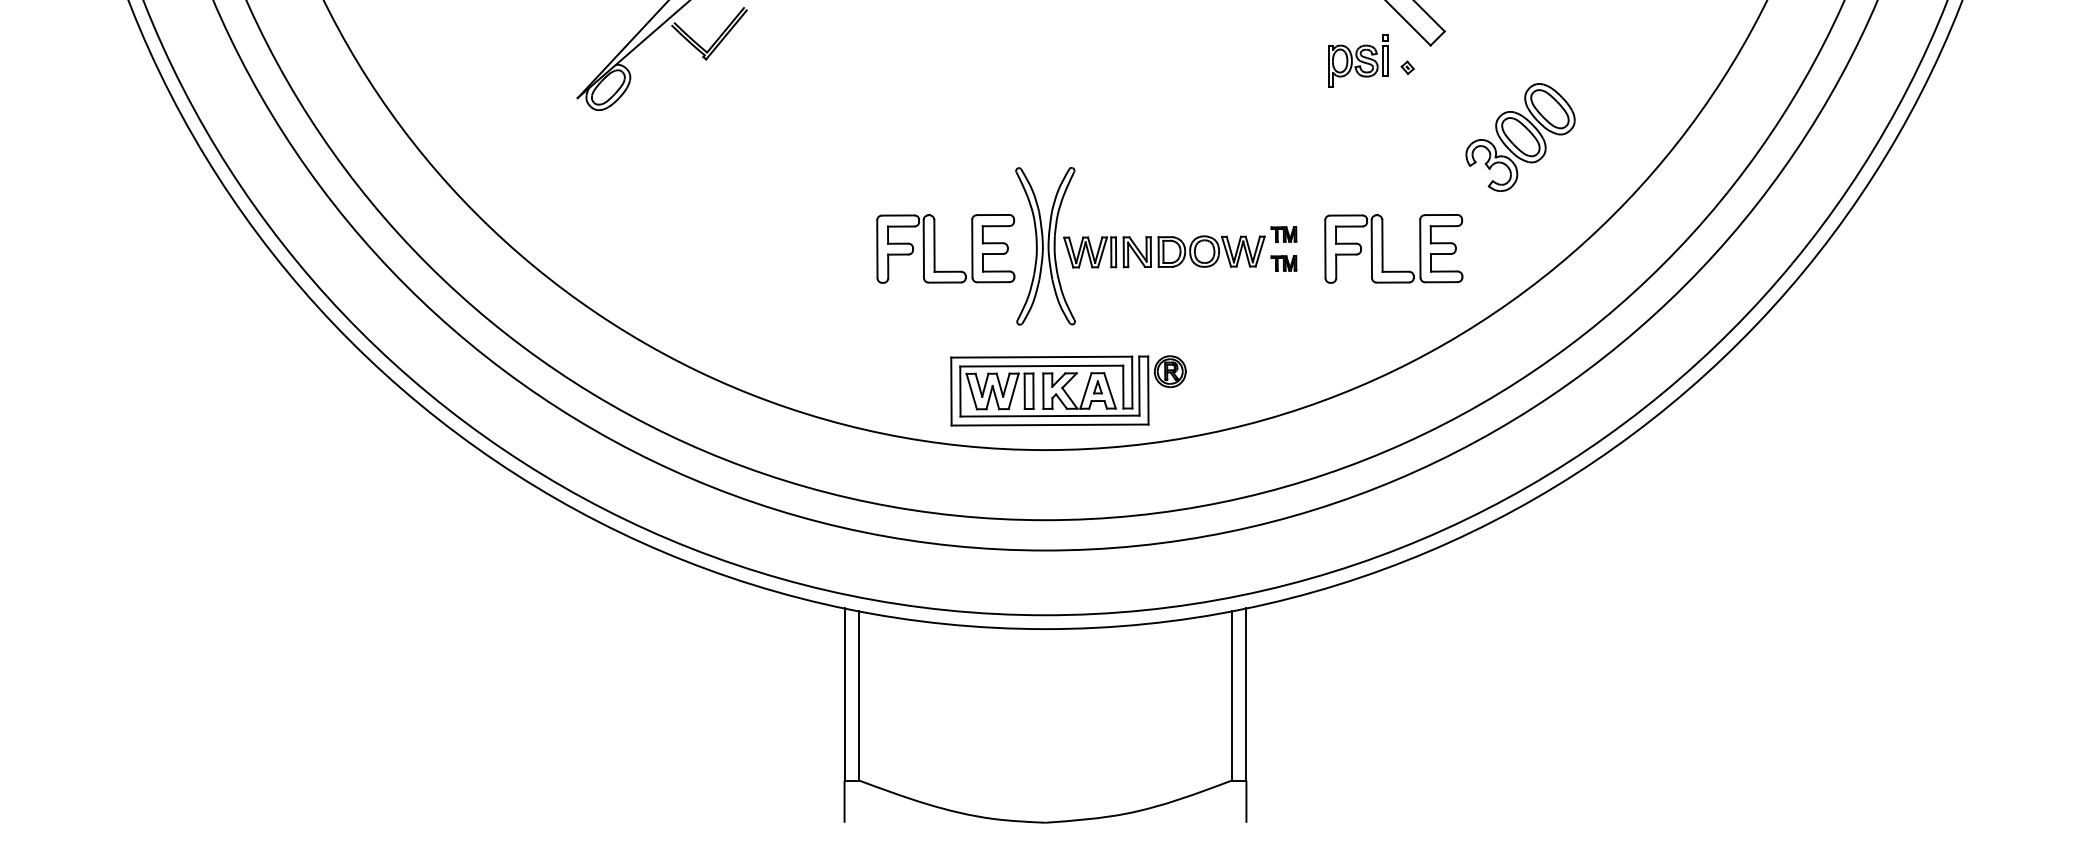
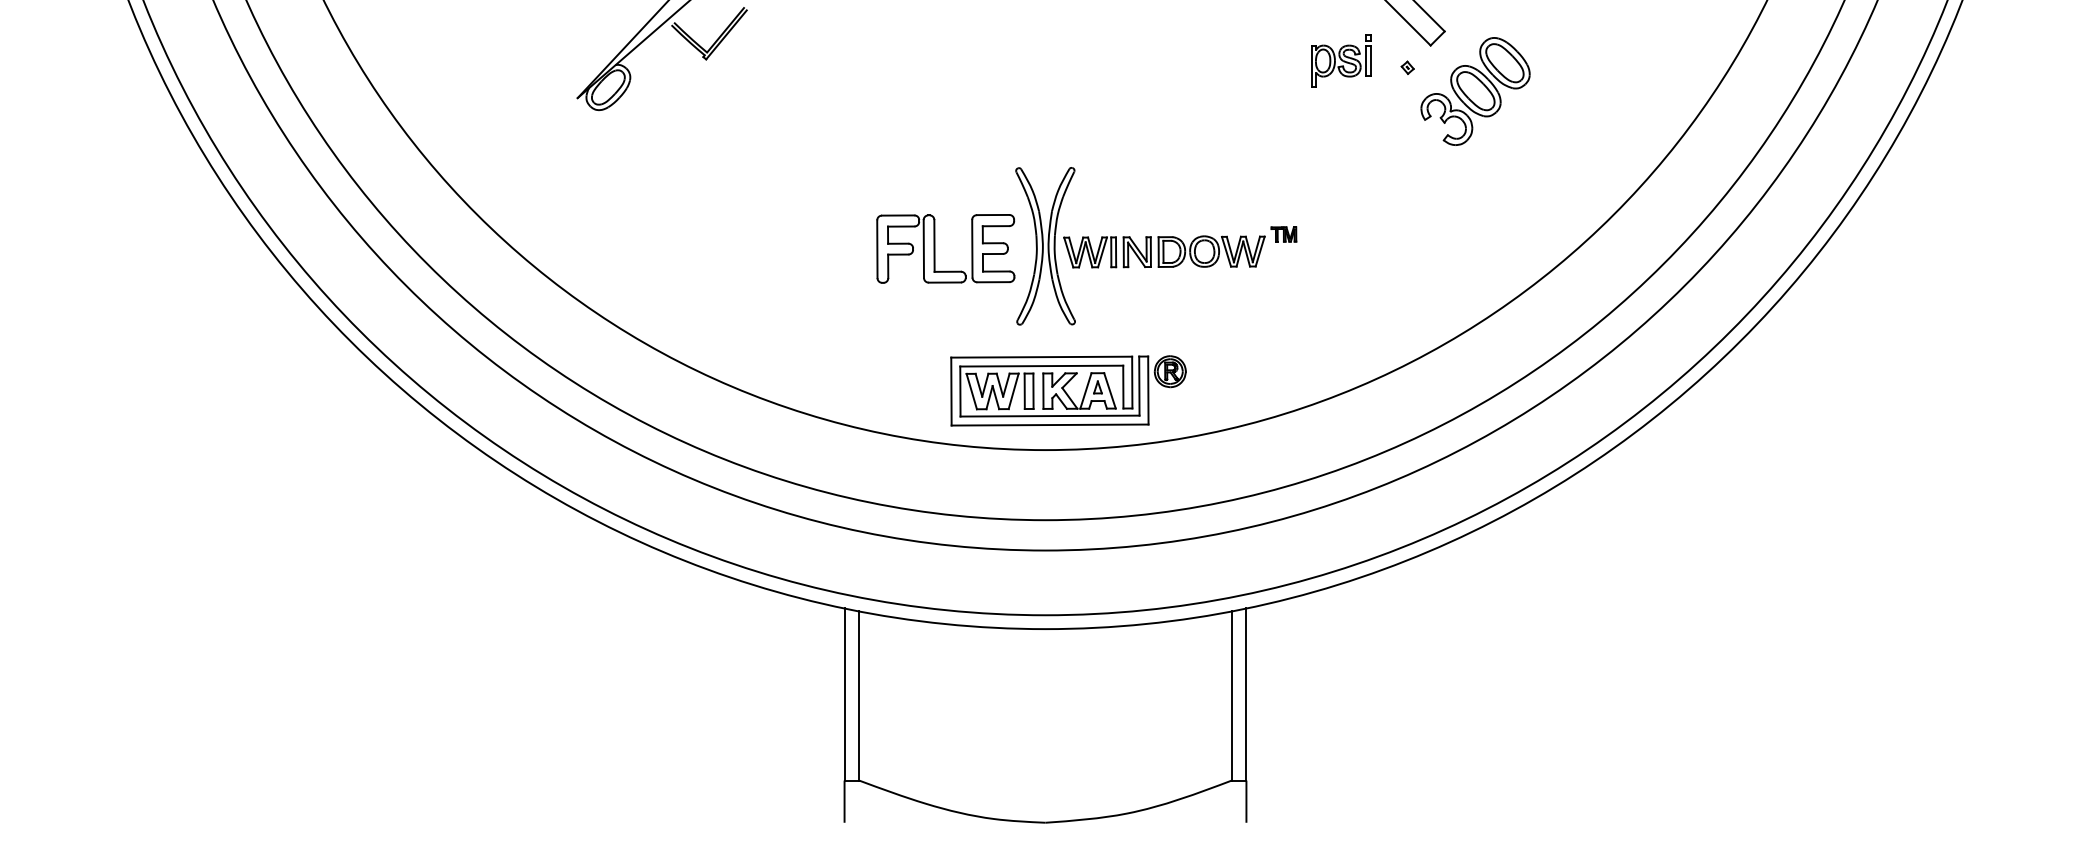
part at (1358, 60) position: (1358, 60) -> (1341, 60)
part at (1520, 137) position: (1520, 137) -> (1475, 91)
part at (1383, 248): present -> none
part at (1283, 263): present -> none
